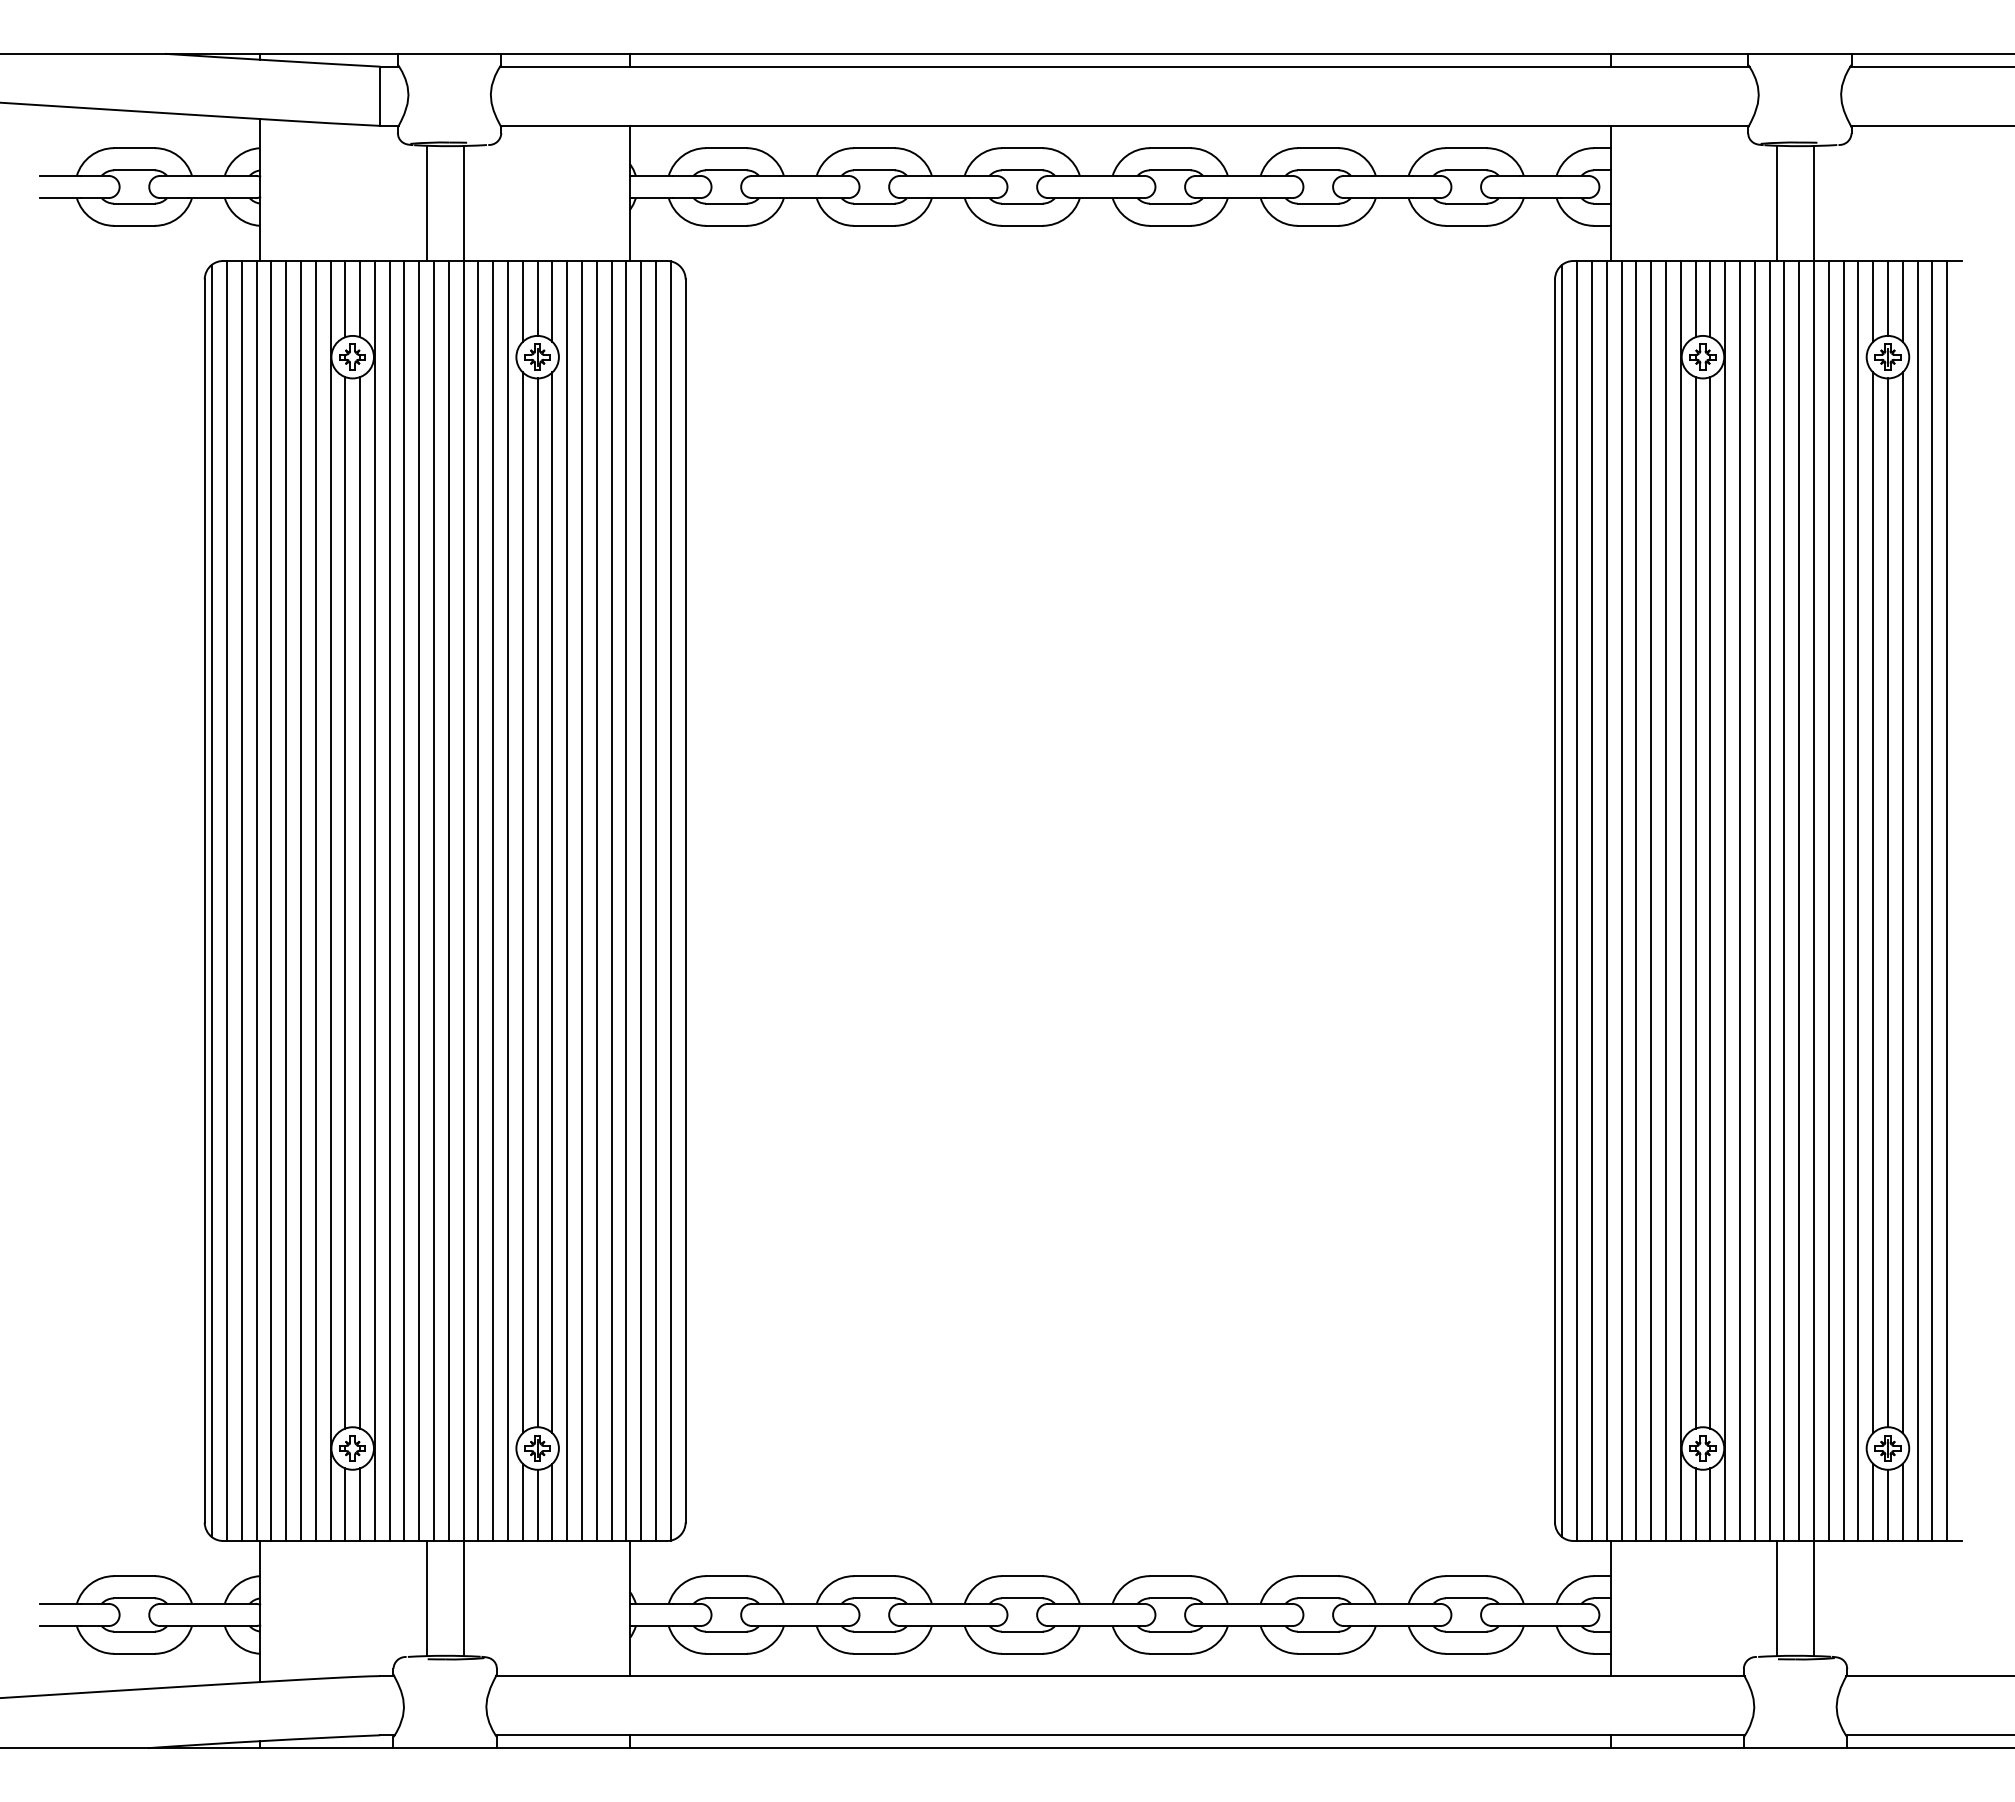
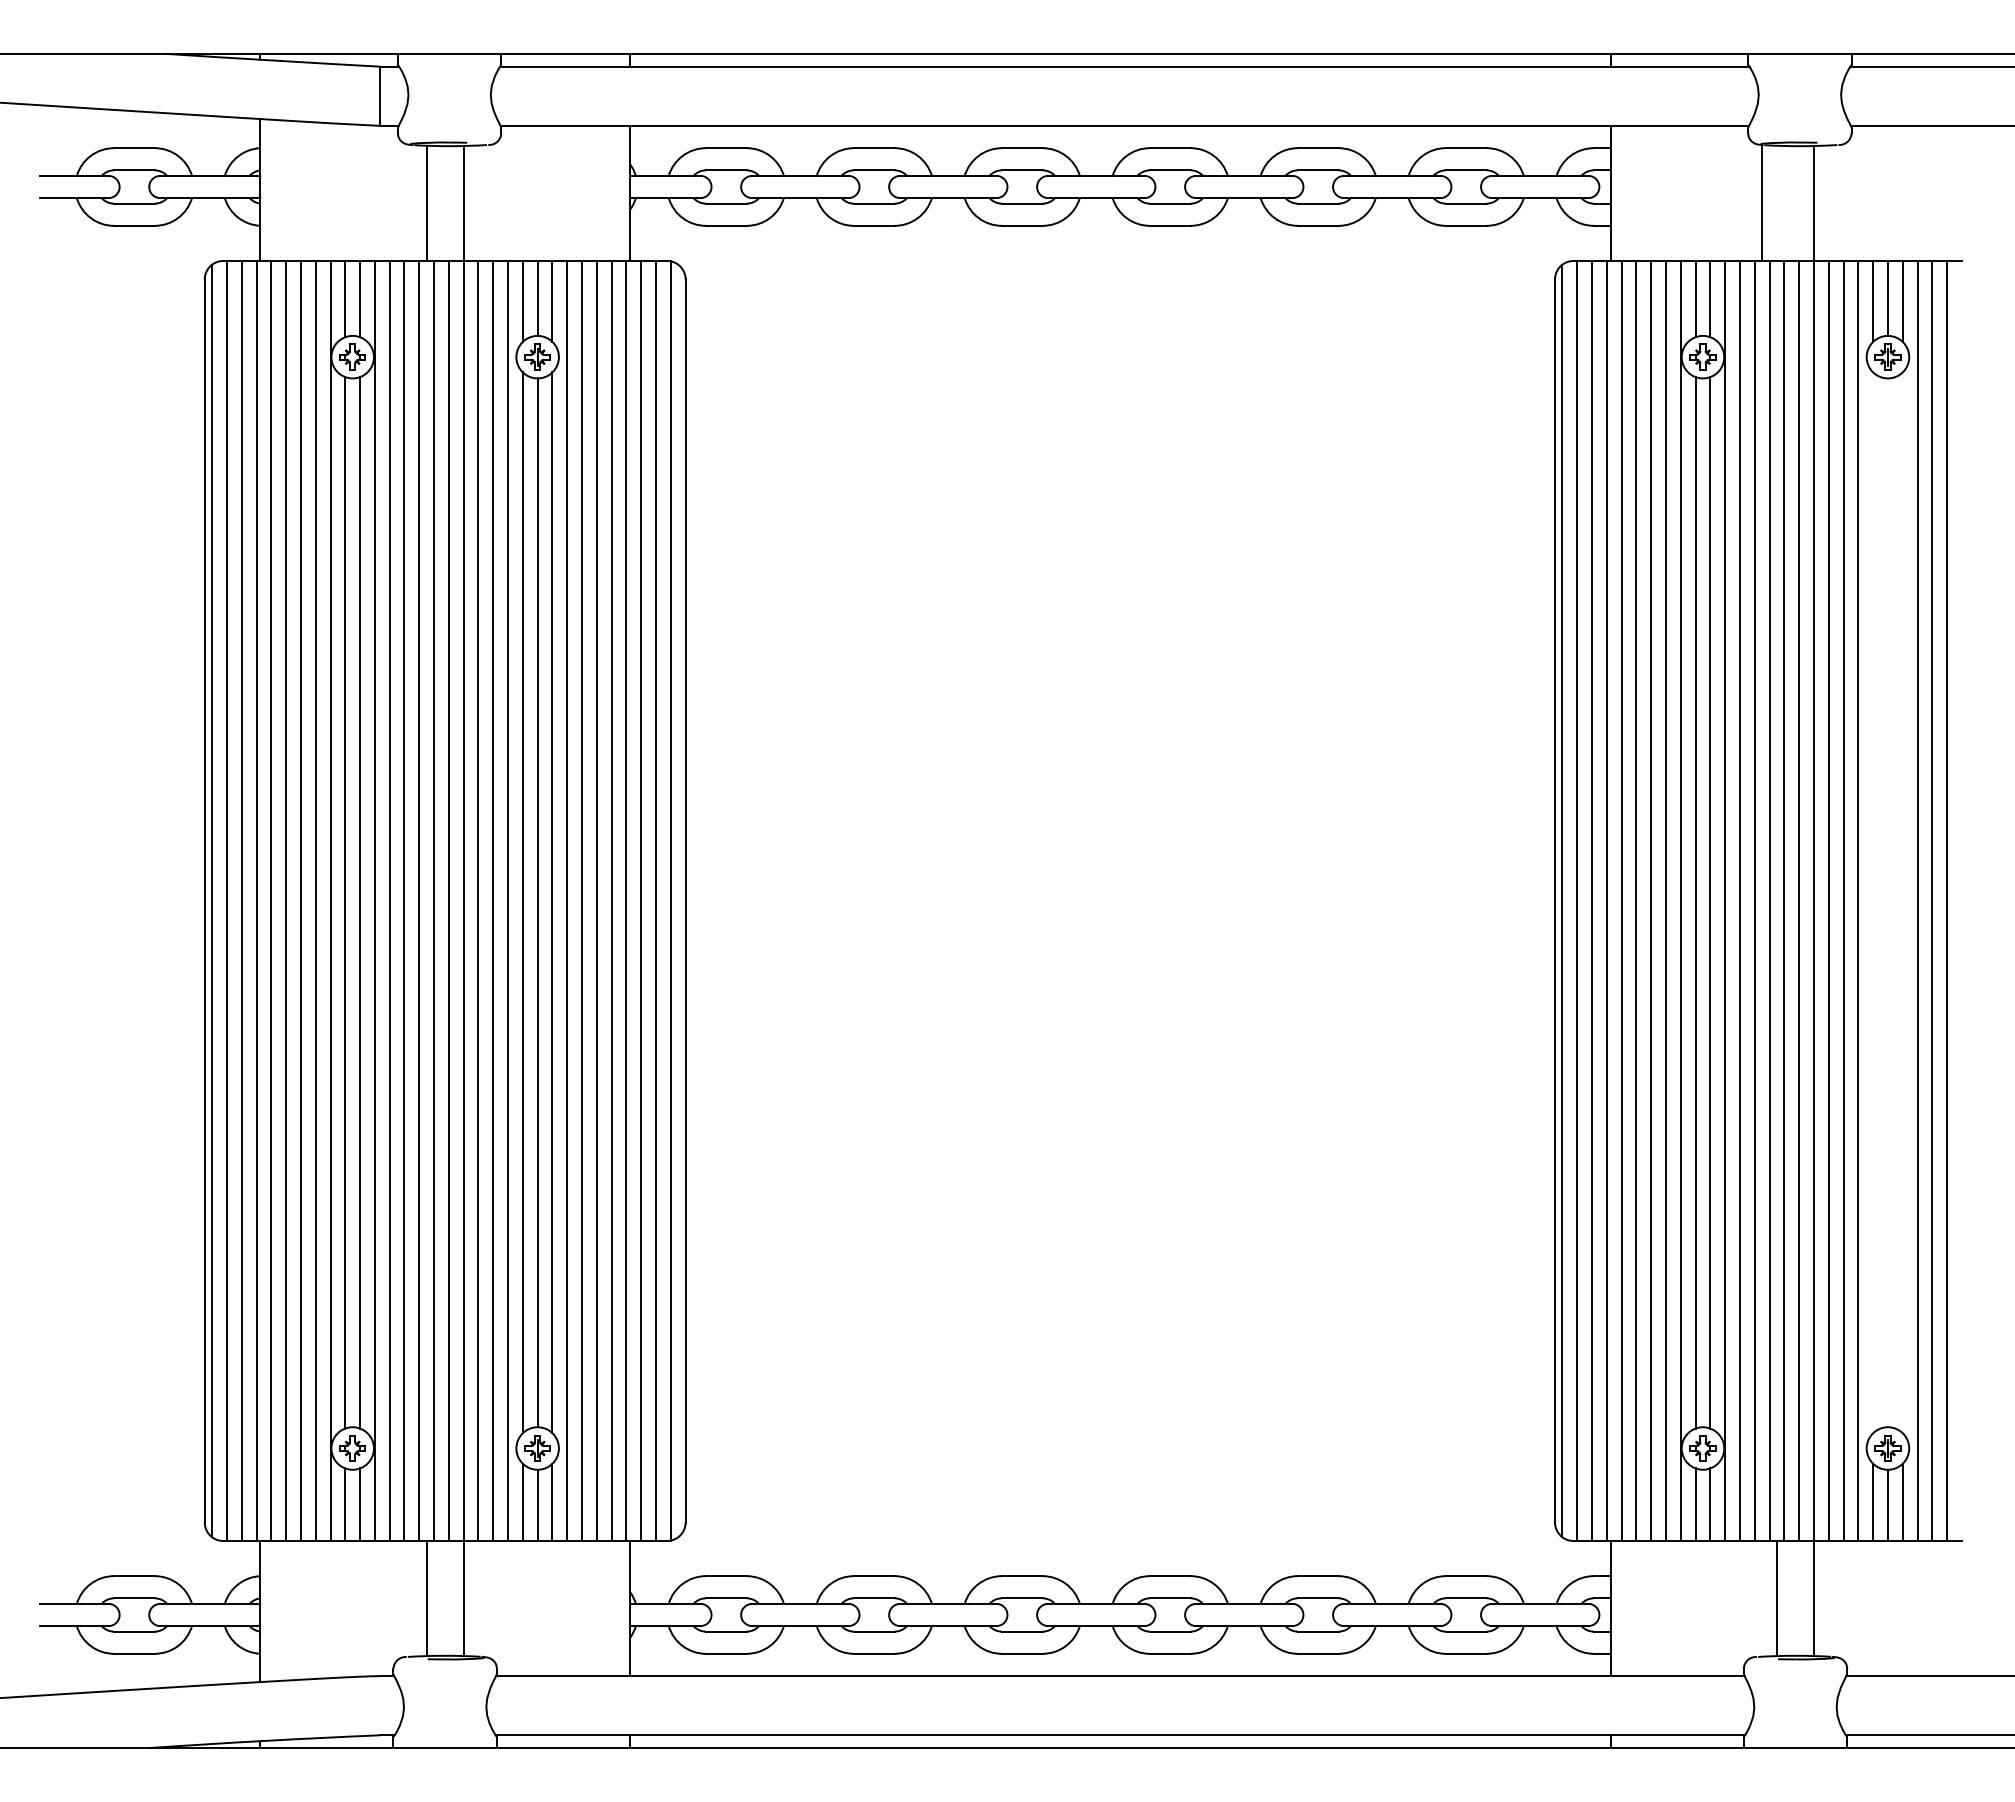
line at (1776, 203) position: (1776, 203) -> (1761, 203)
line at (1873, 902): present -> none
line at (1887, 902): present -> none
line at (1902, 902): present -> none
